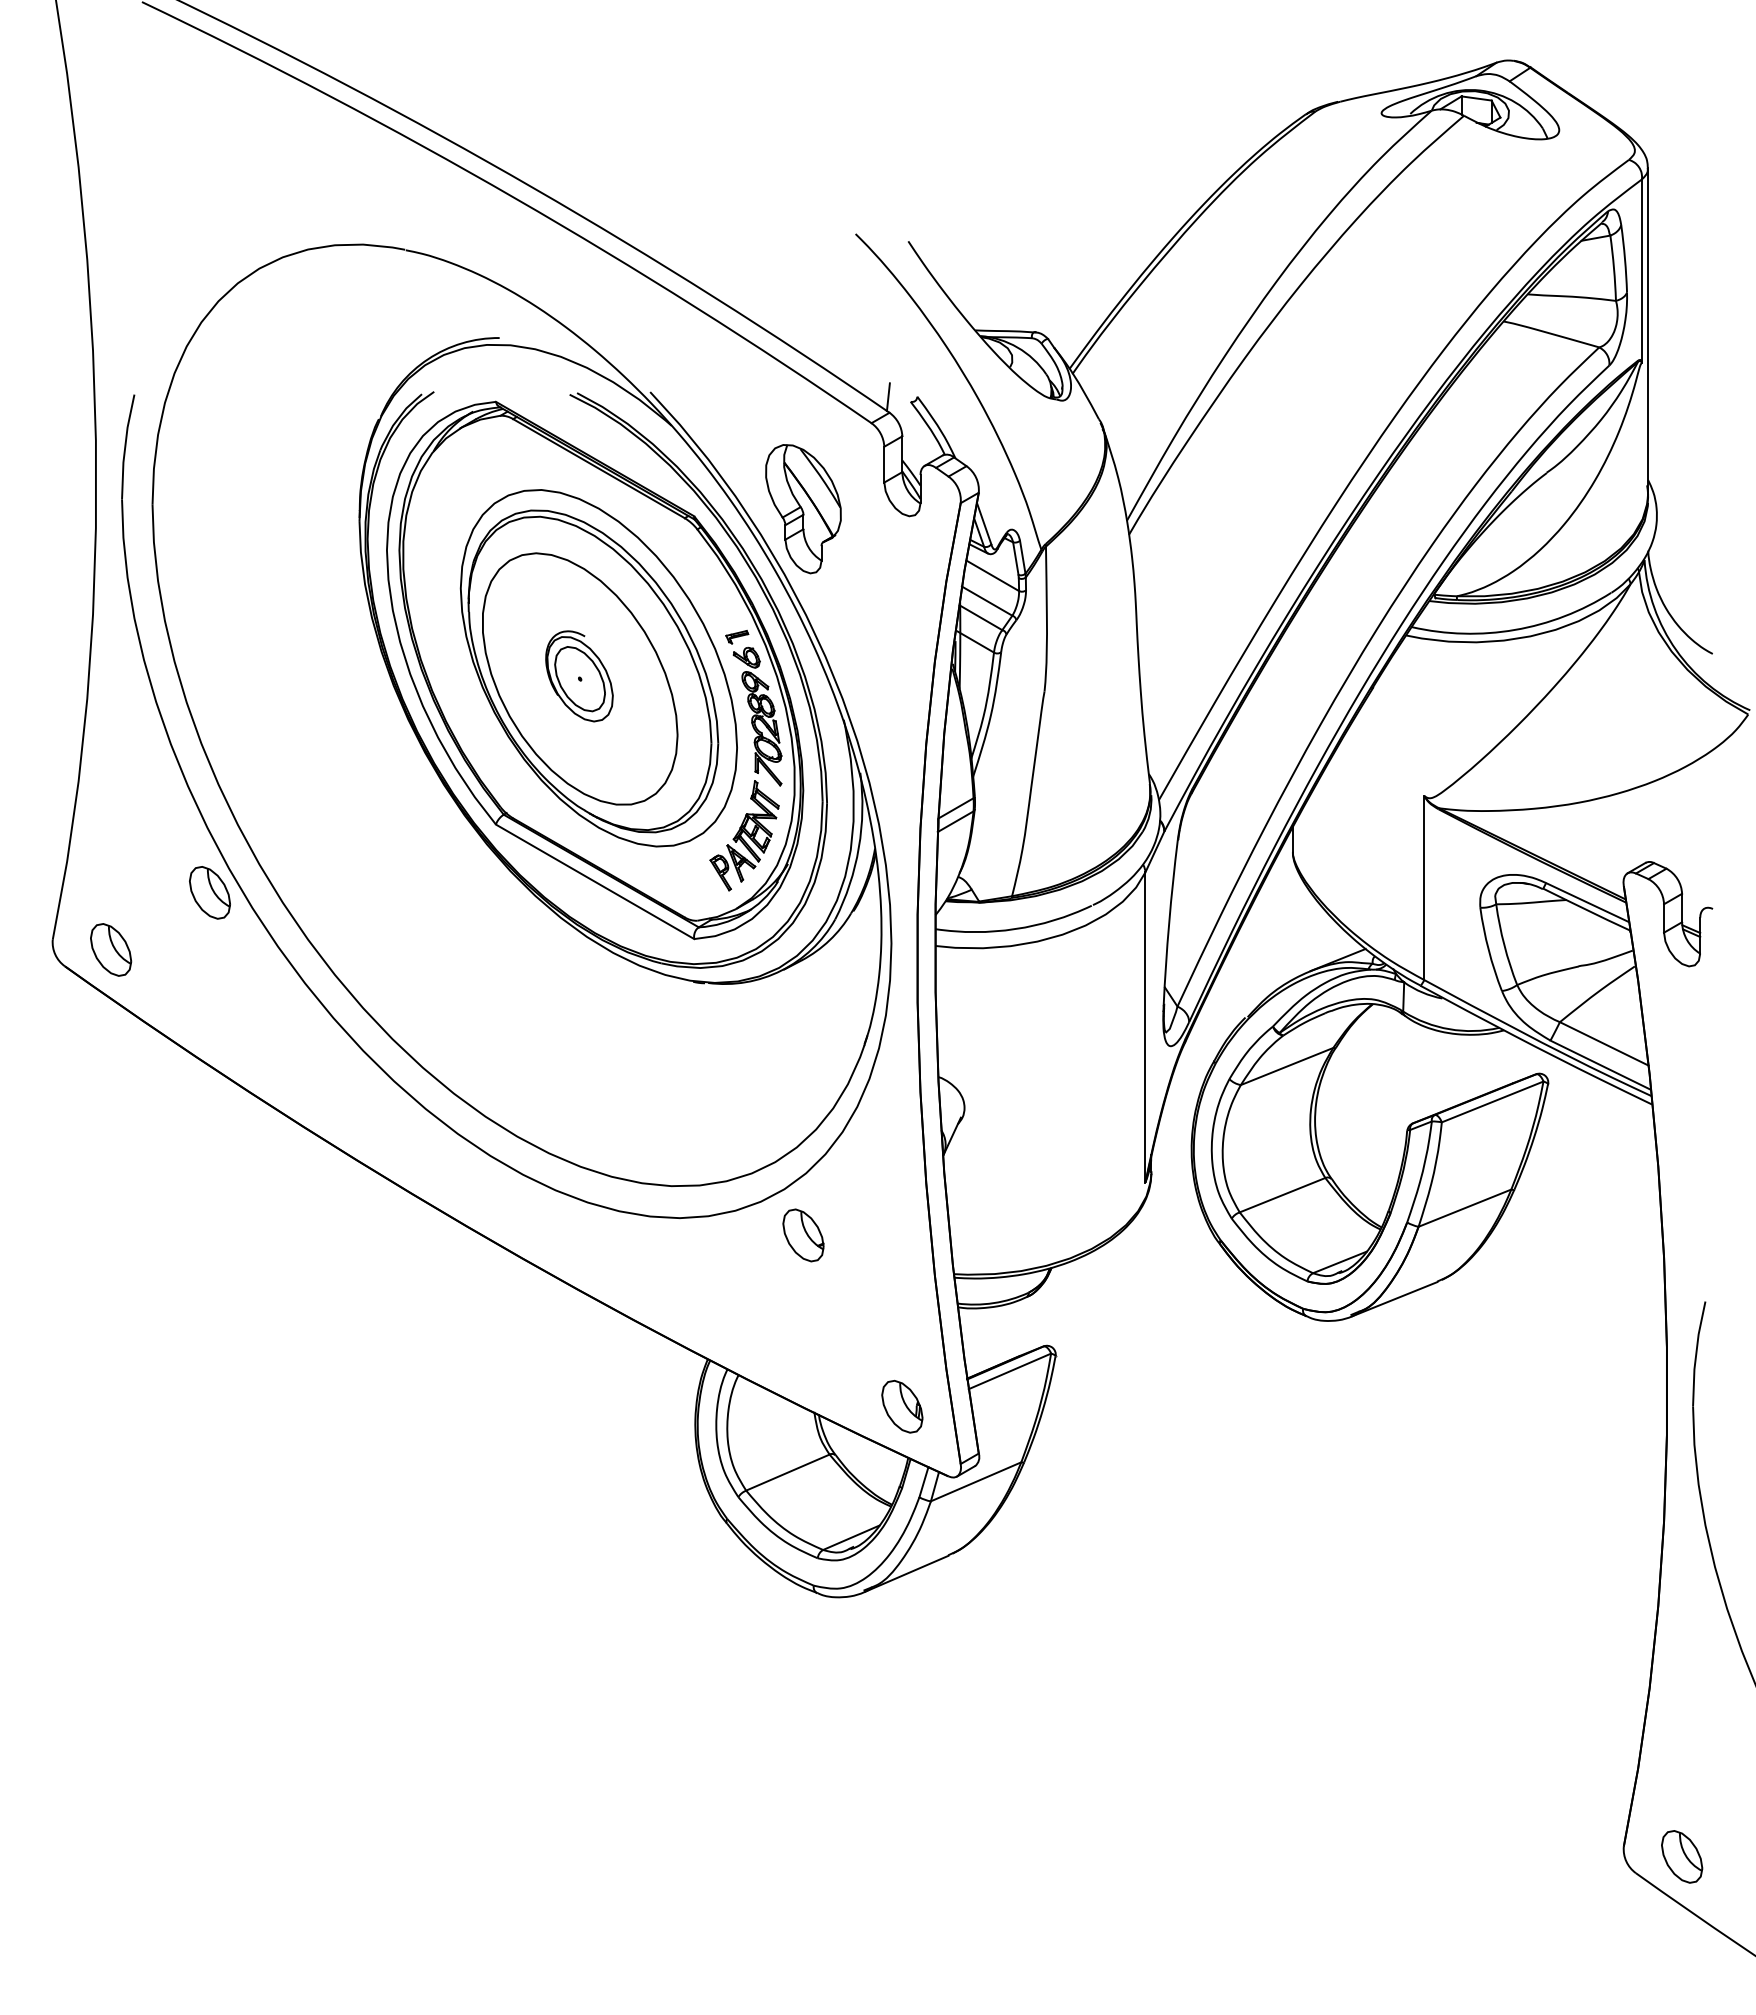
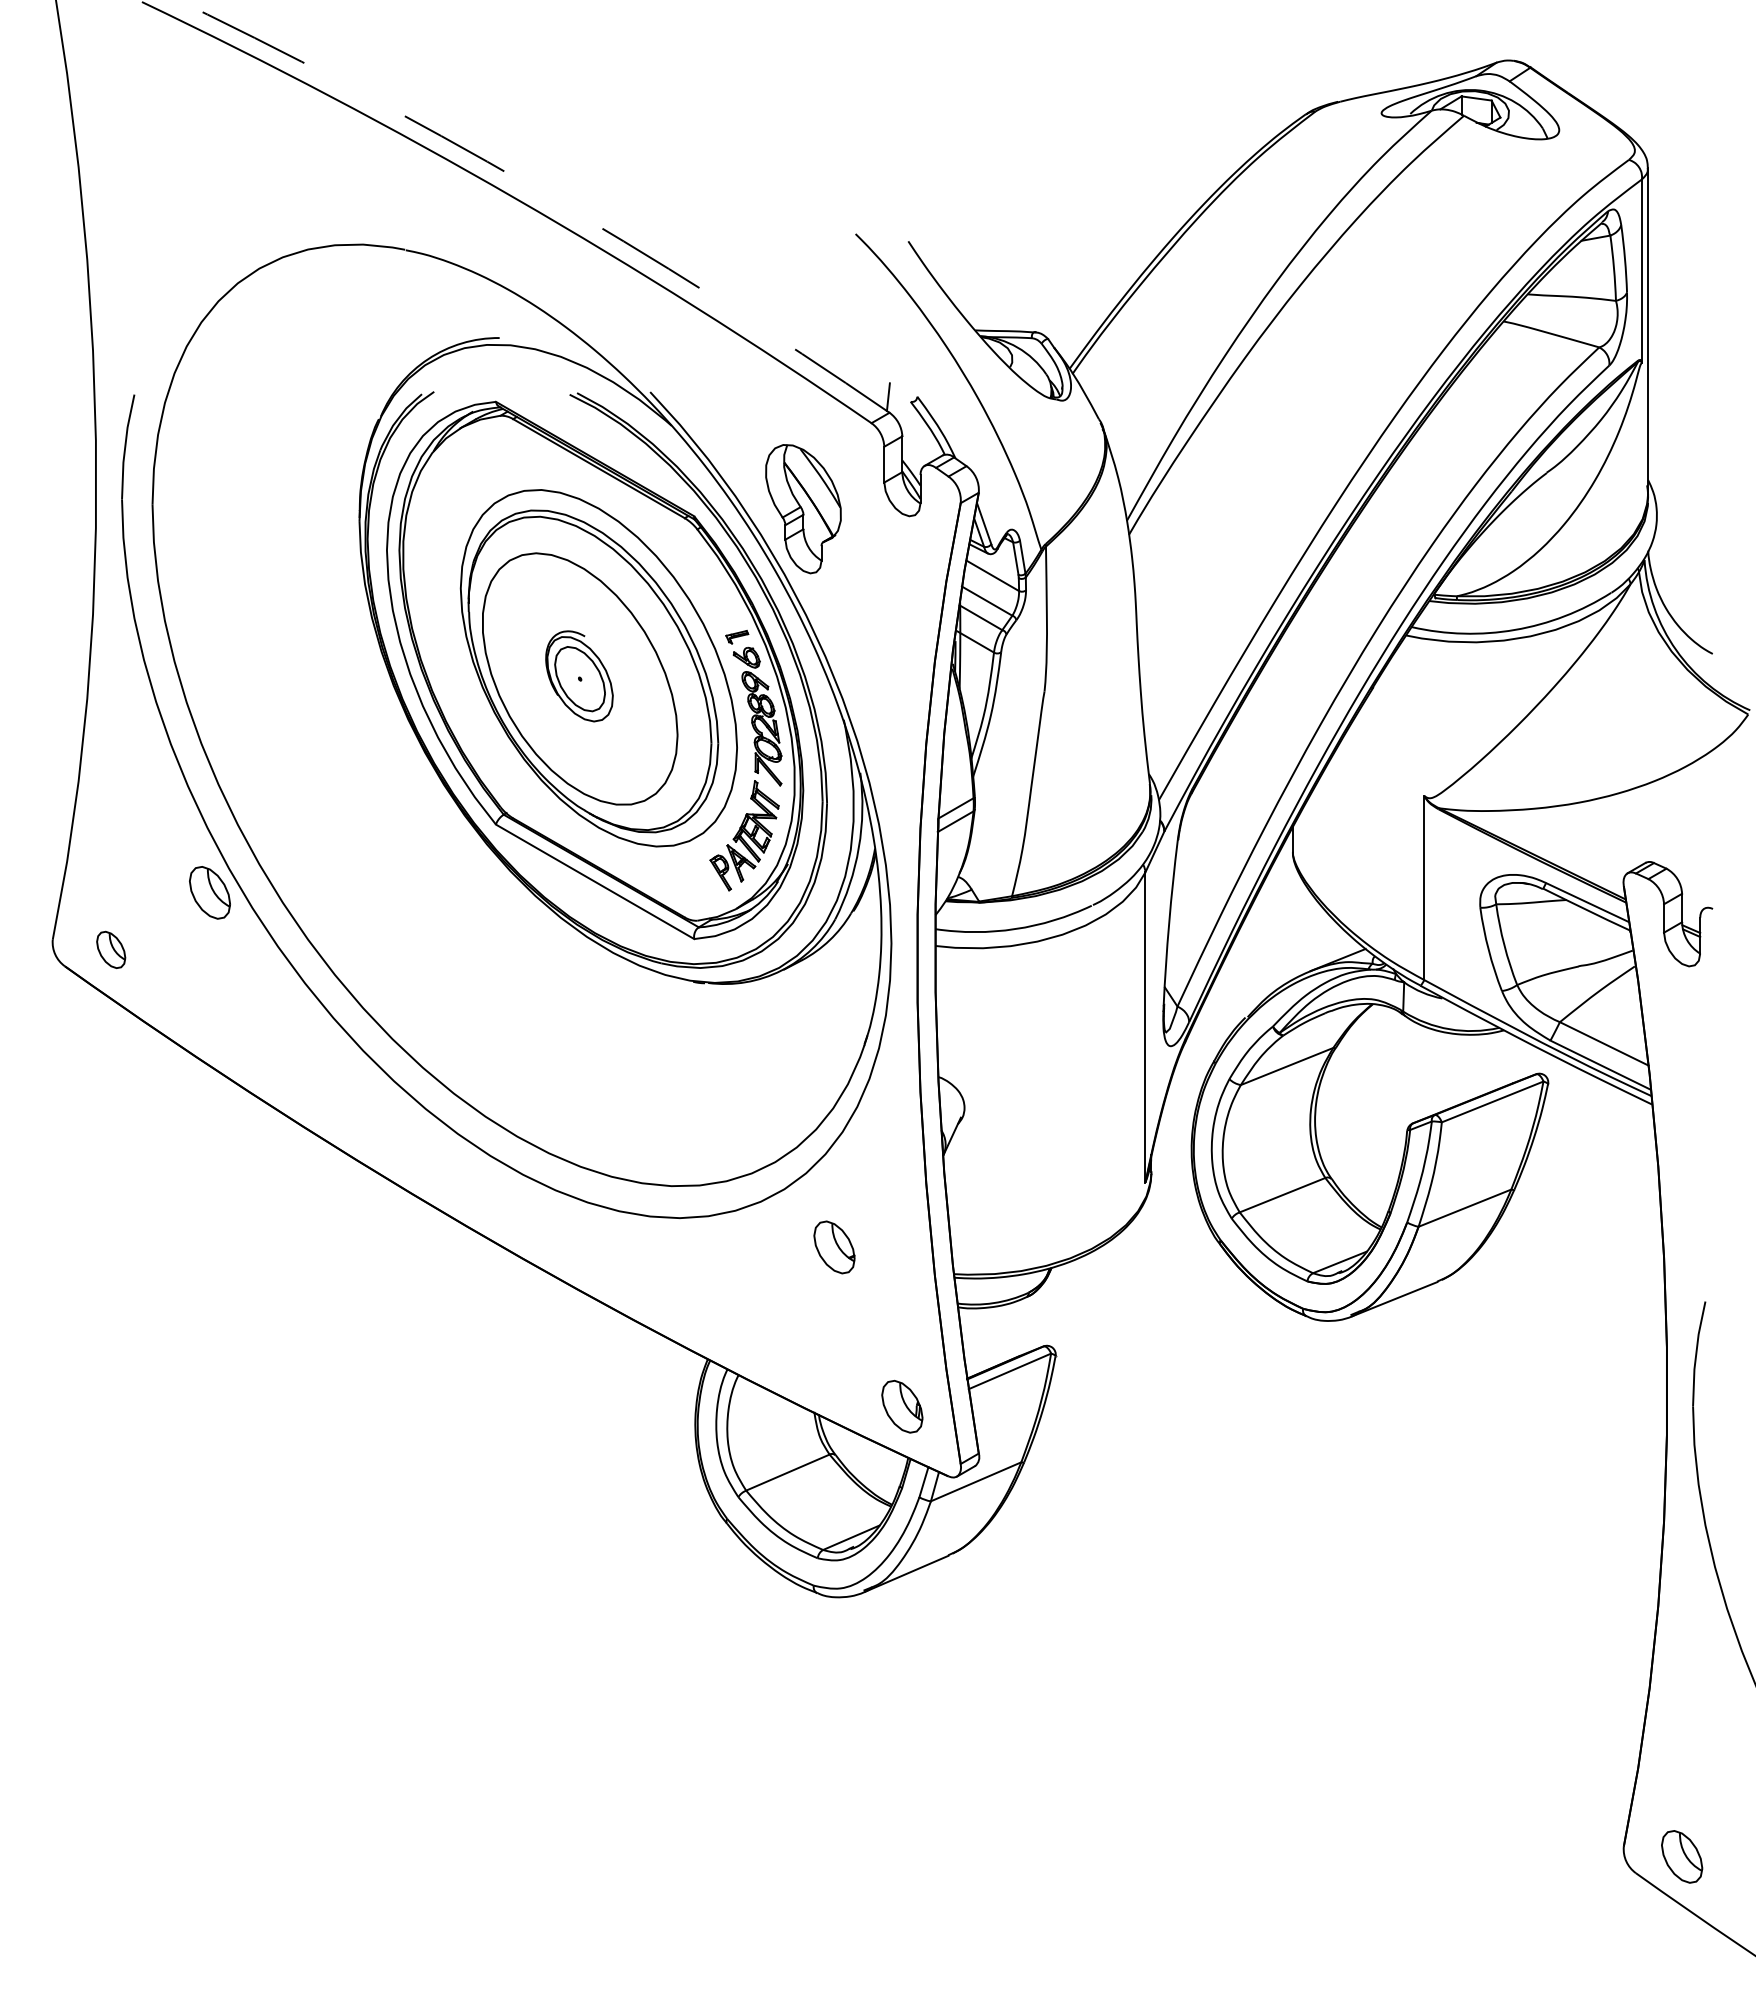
arc at (540, 192): solid -> dashed
part at (111, 949) size: 43x54 px -> 31x39 px
part at (803, 1235) position: (803, 1235) -> (834, 1247)
